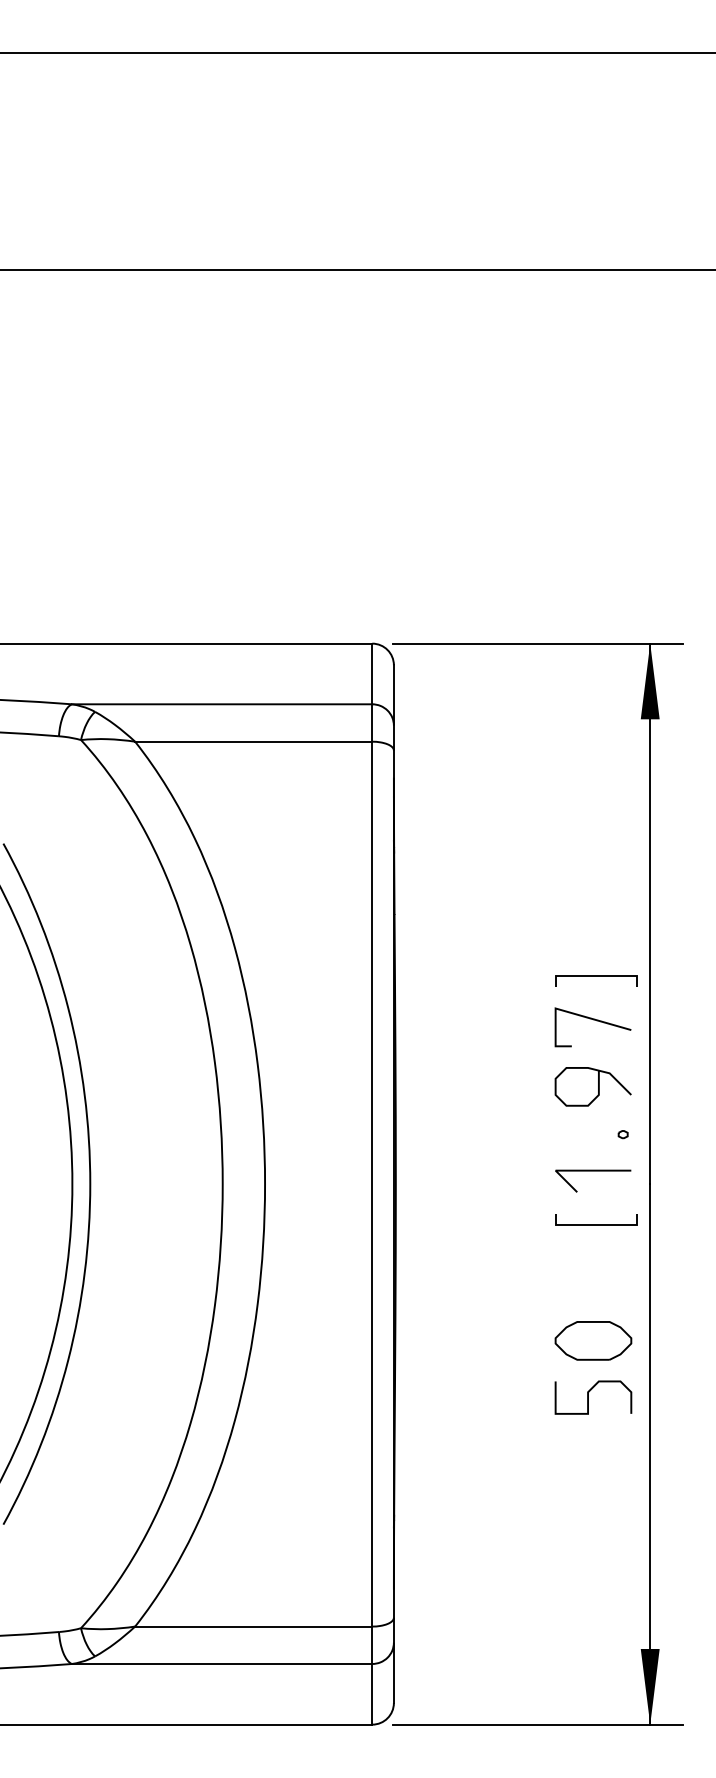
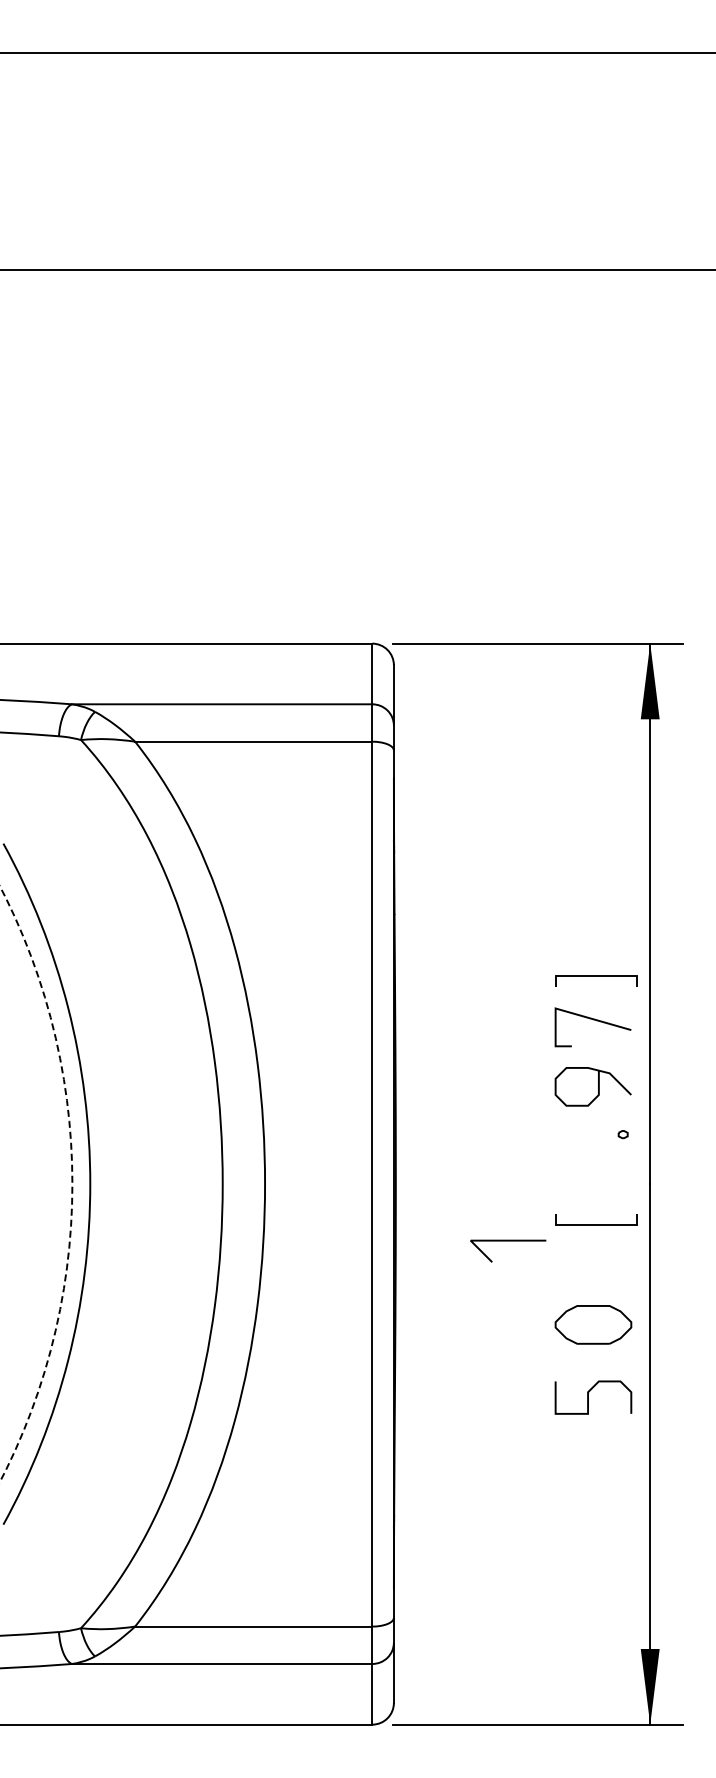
line at (593, 1171) position: (593, 1171) -> (508, 1241)
arc at (72, 1184): solid -> dashed
part at (593, 1340) position: (593, 1340) -> (593, 1324)
